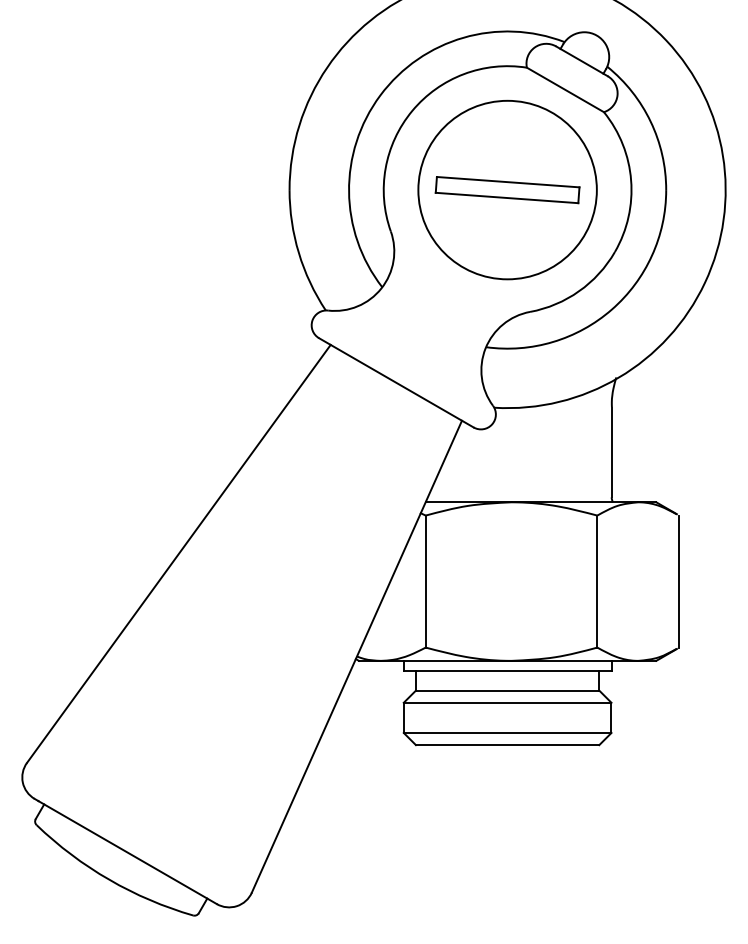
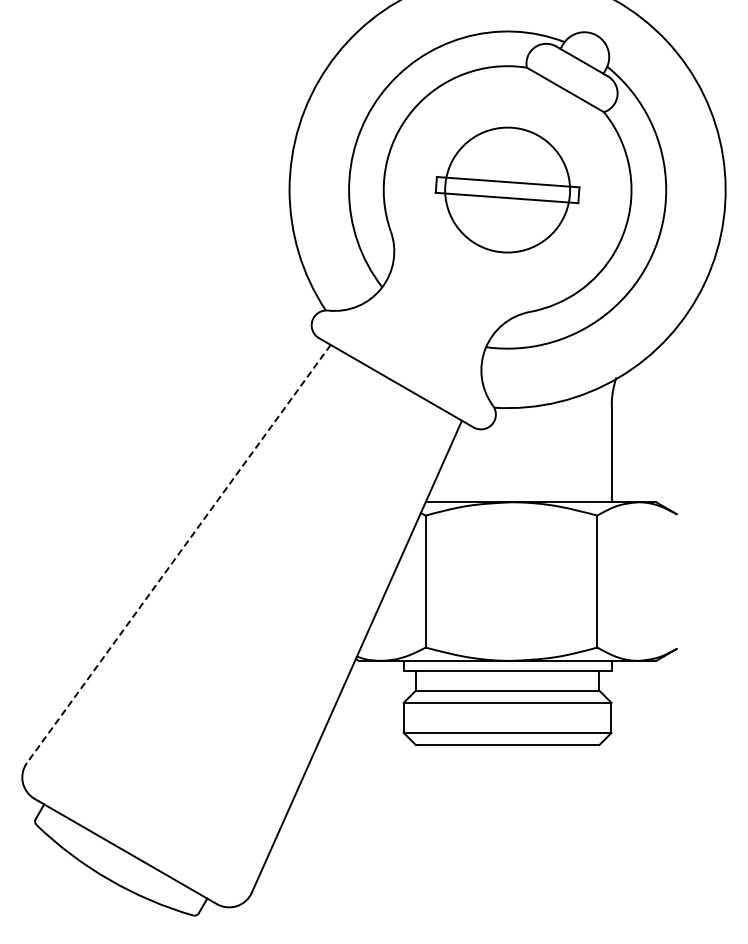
circle at (507, 189) diameter: 179 px -> 125 px
line at (178, 554): solid -> dashed
line at (679, 581): present -> none
